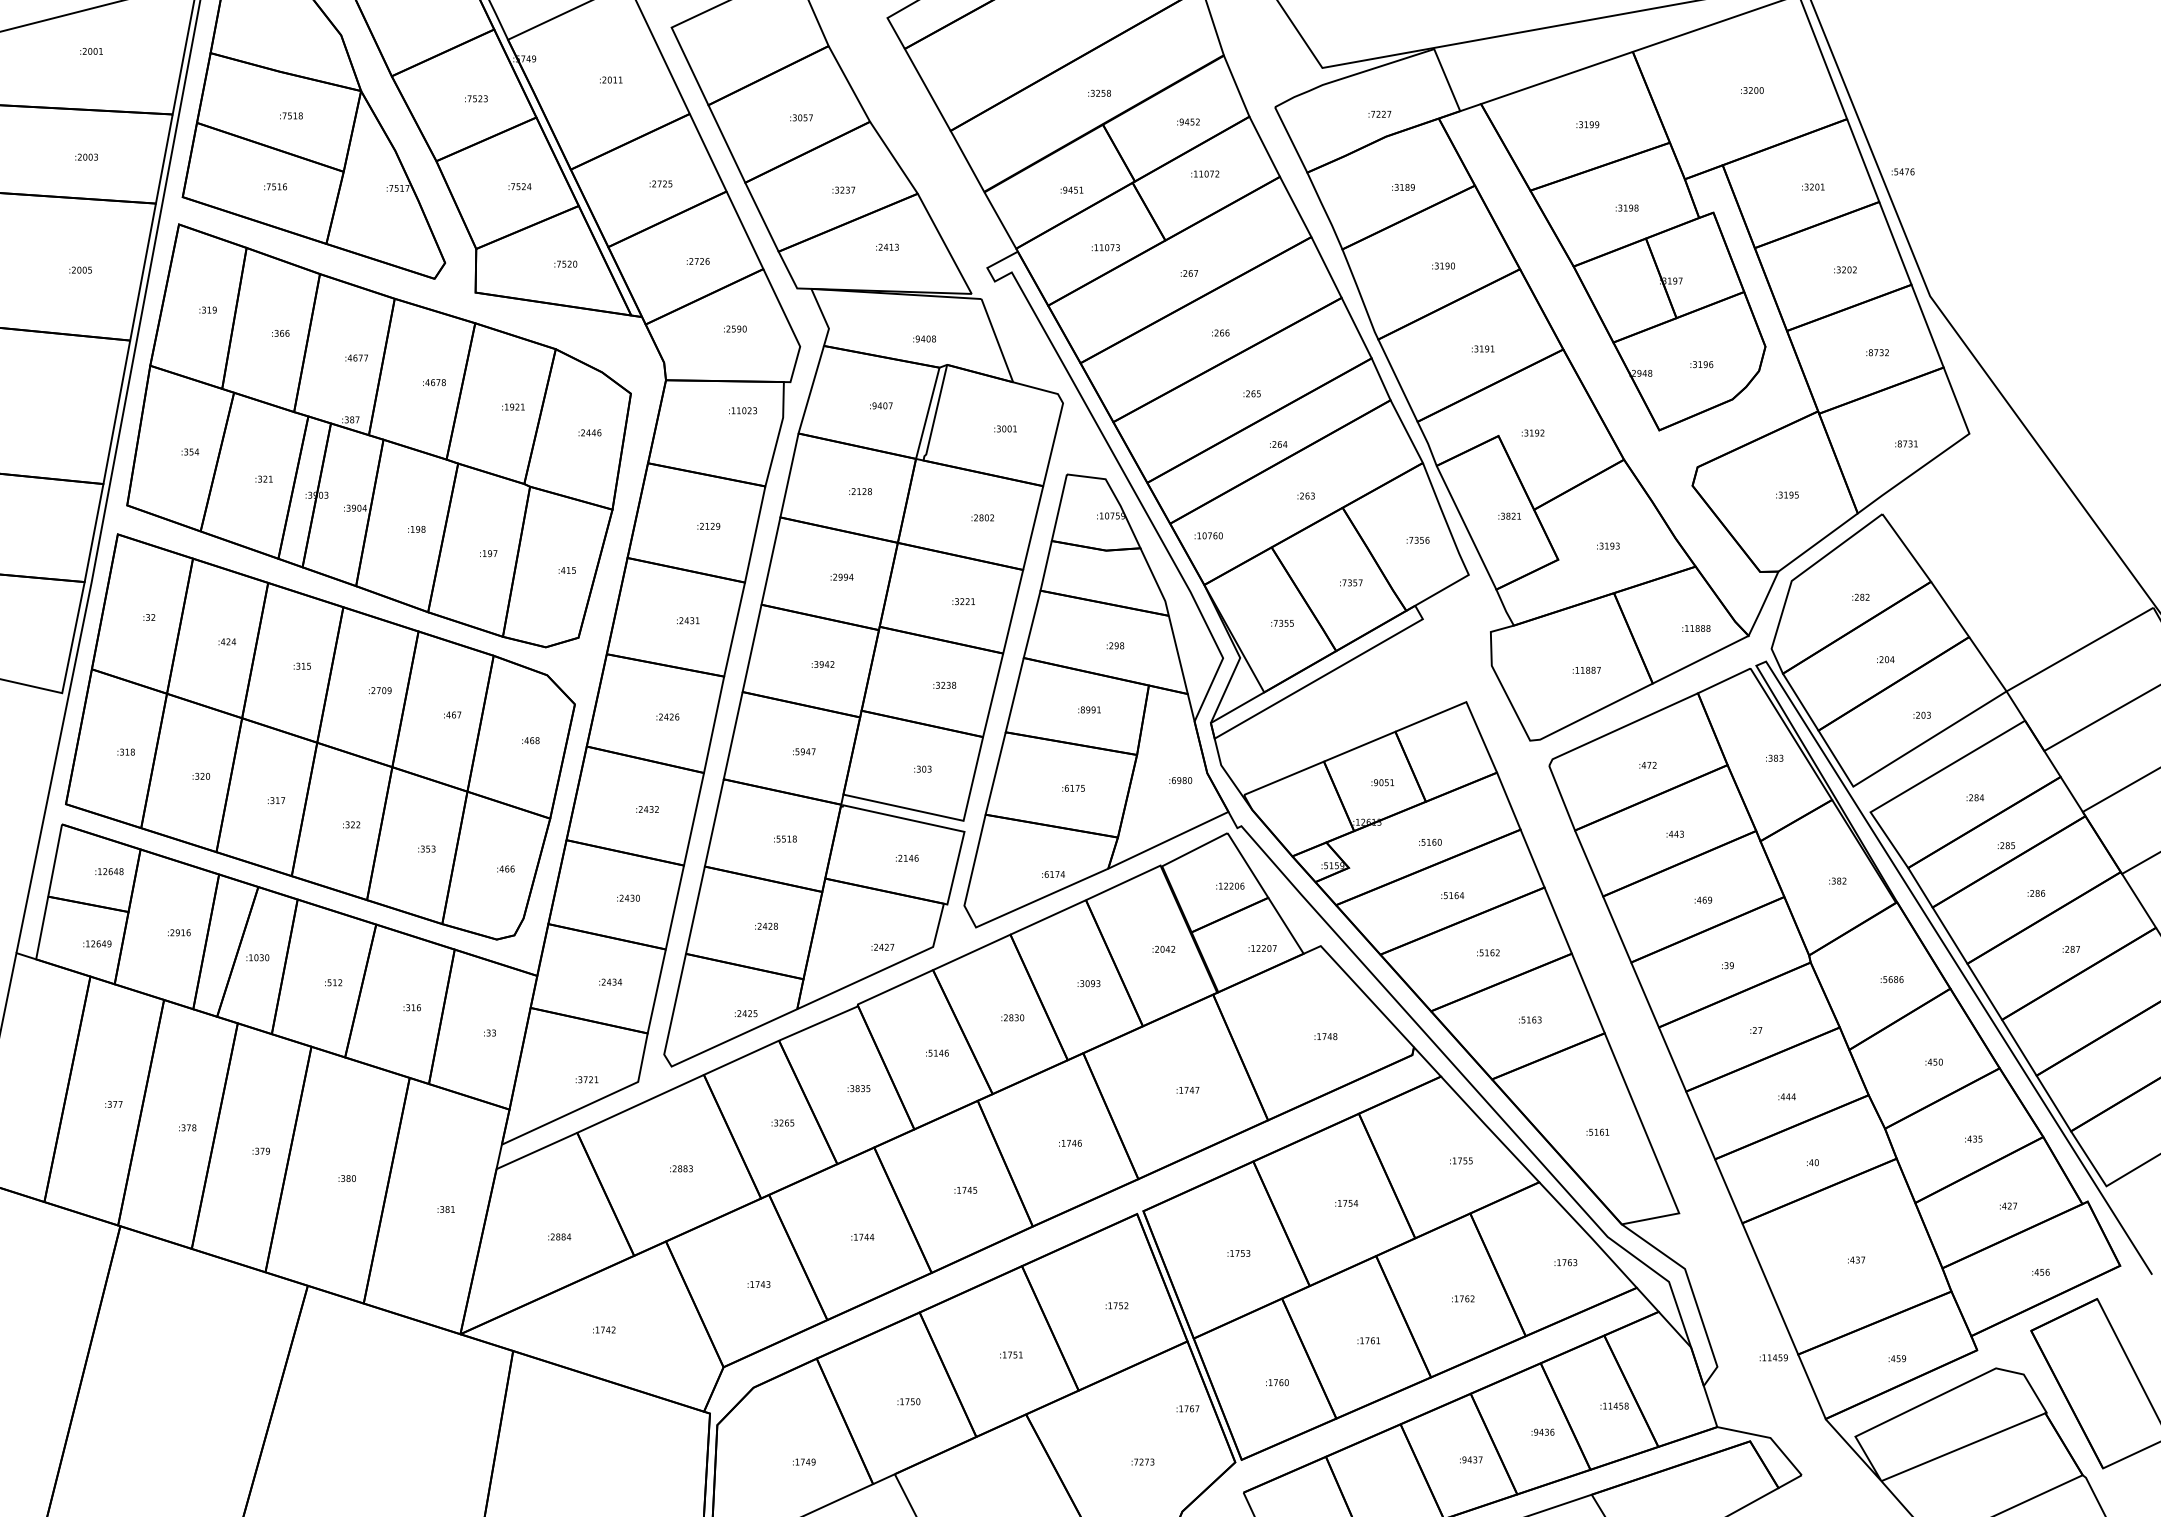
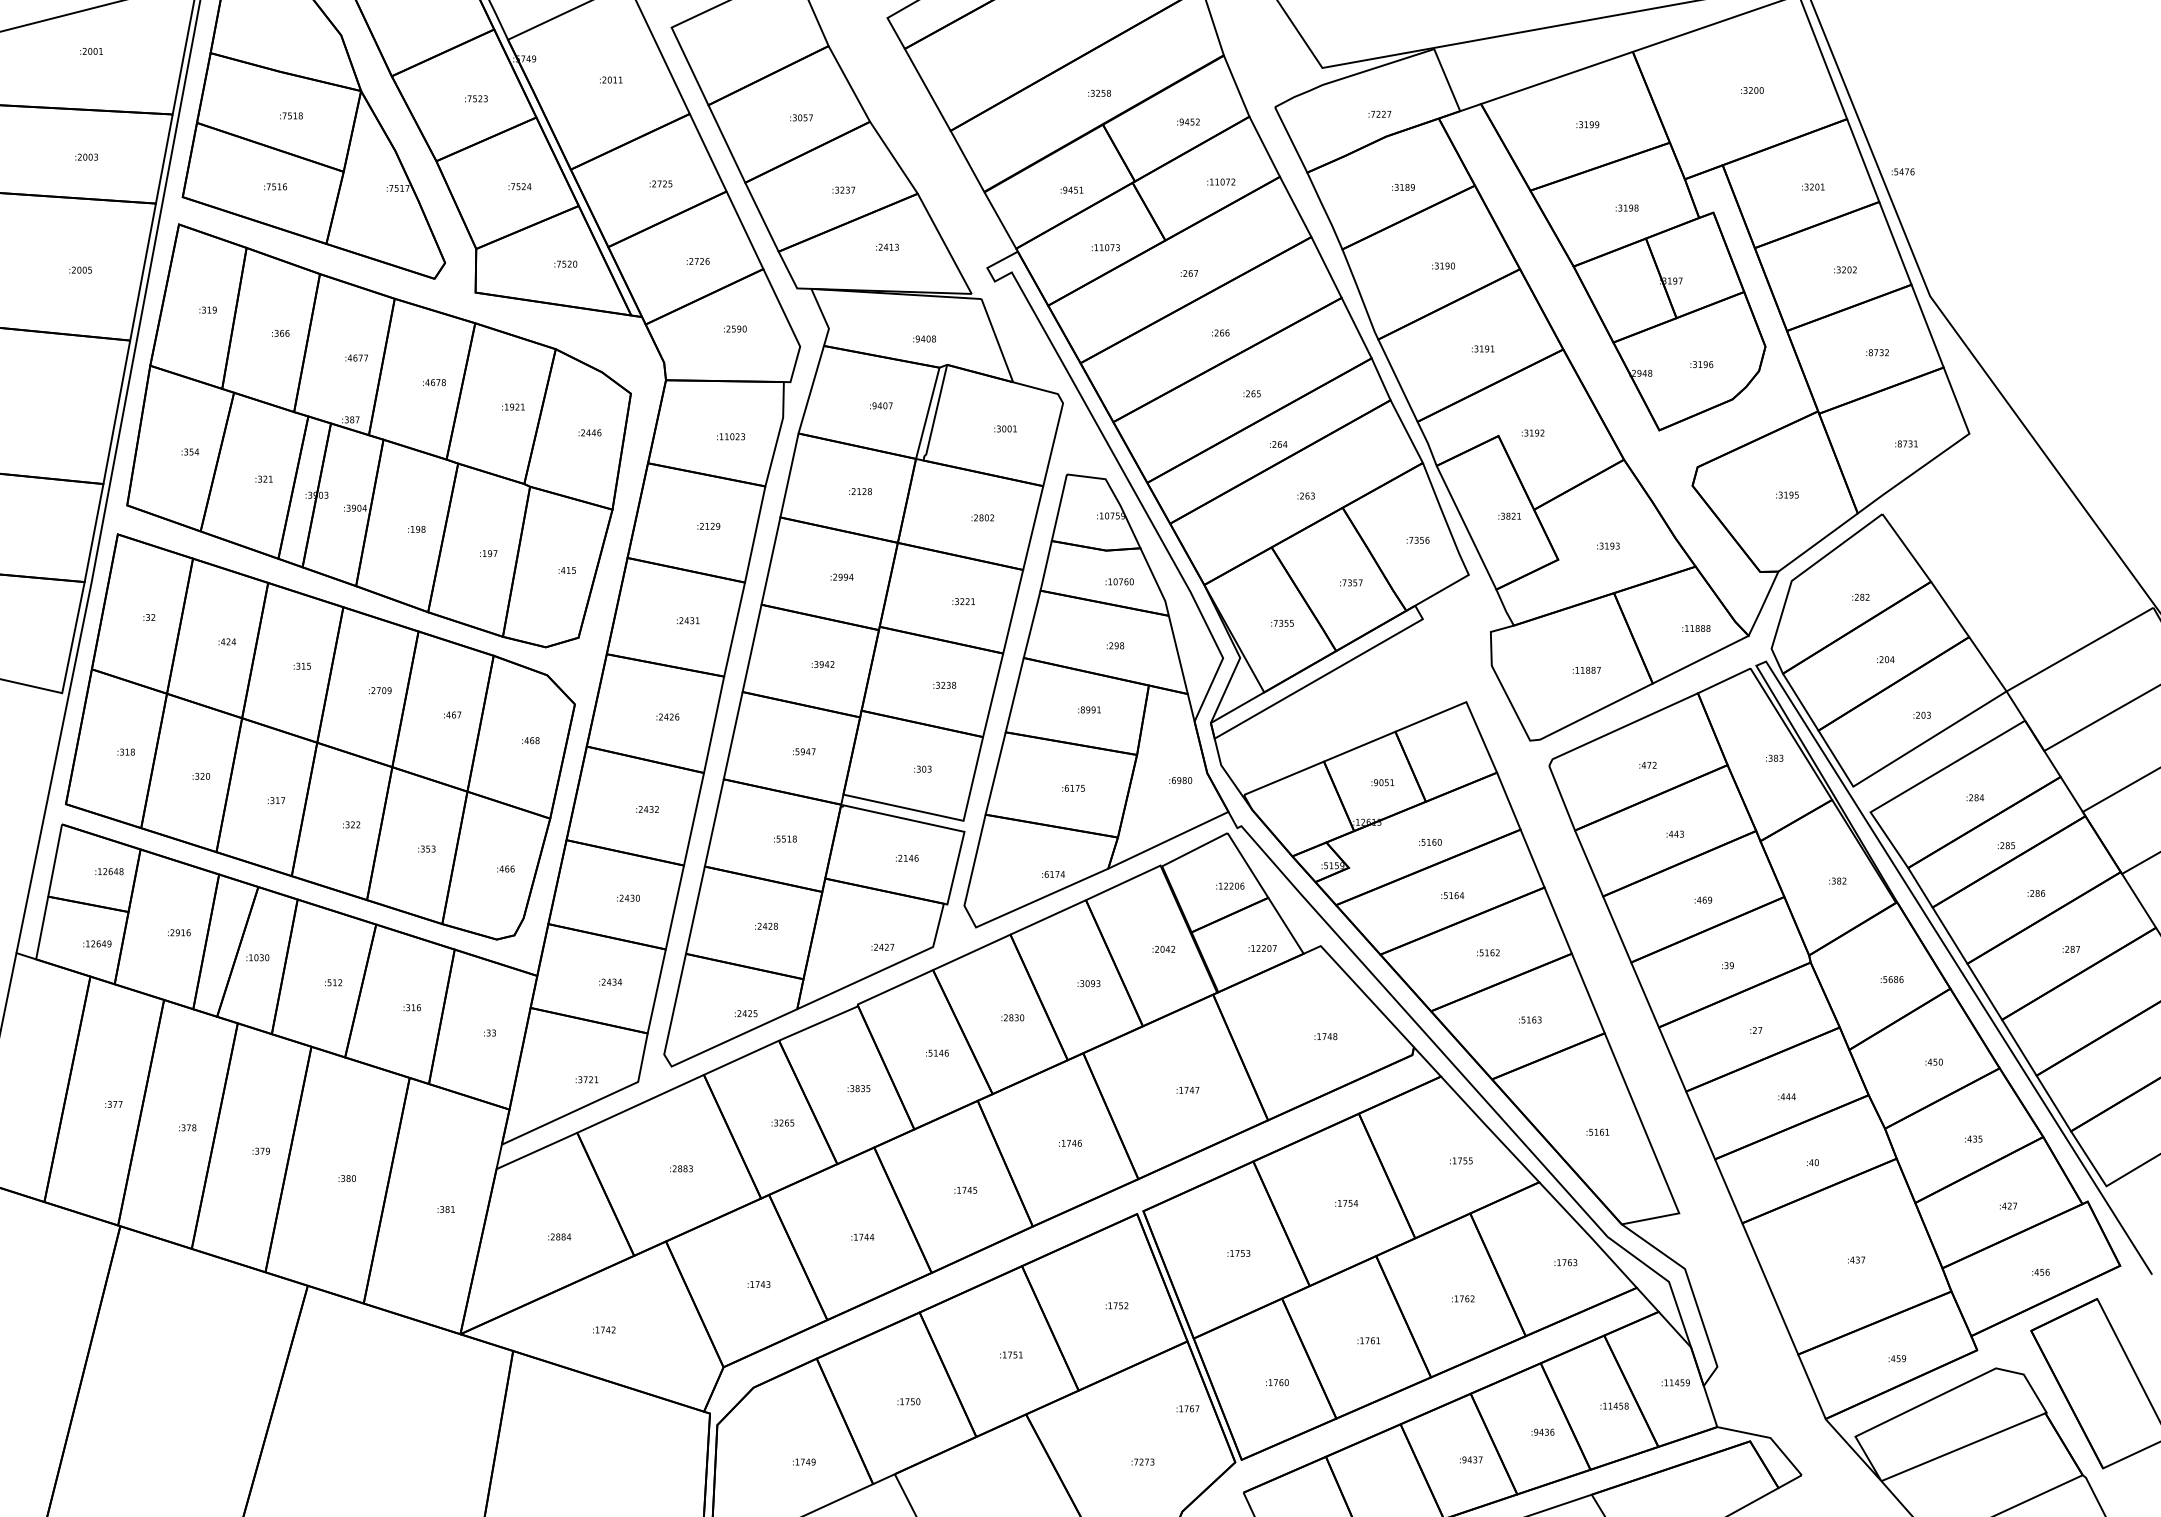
text at (1205, 173) position: (1205, 173) -> (1221, 181)
text at (742, 410) position: (742, 410) -> (730, 436)
text at (1208, 535) position: (1208, 535) -> (1119, 581)
text at (1773, 1357) position: (1773, 1357) -> (1675, 1382)
